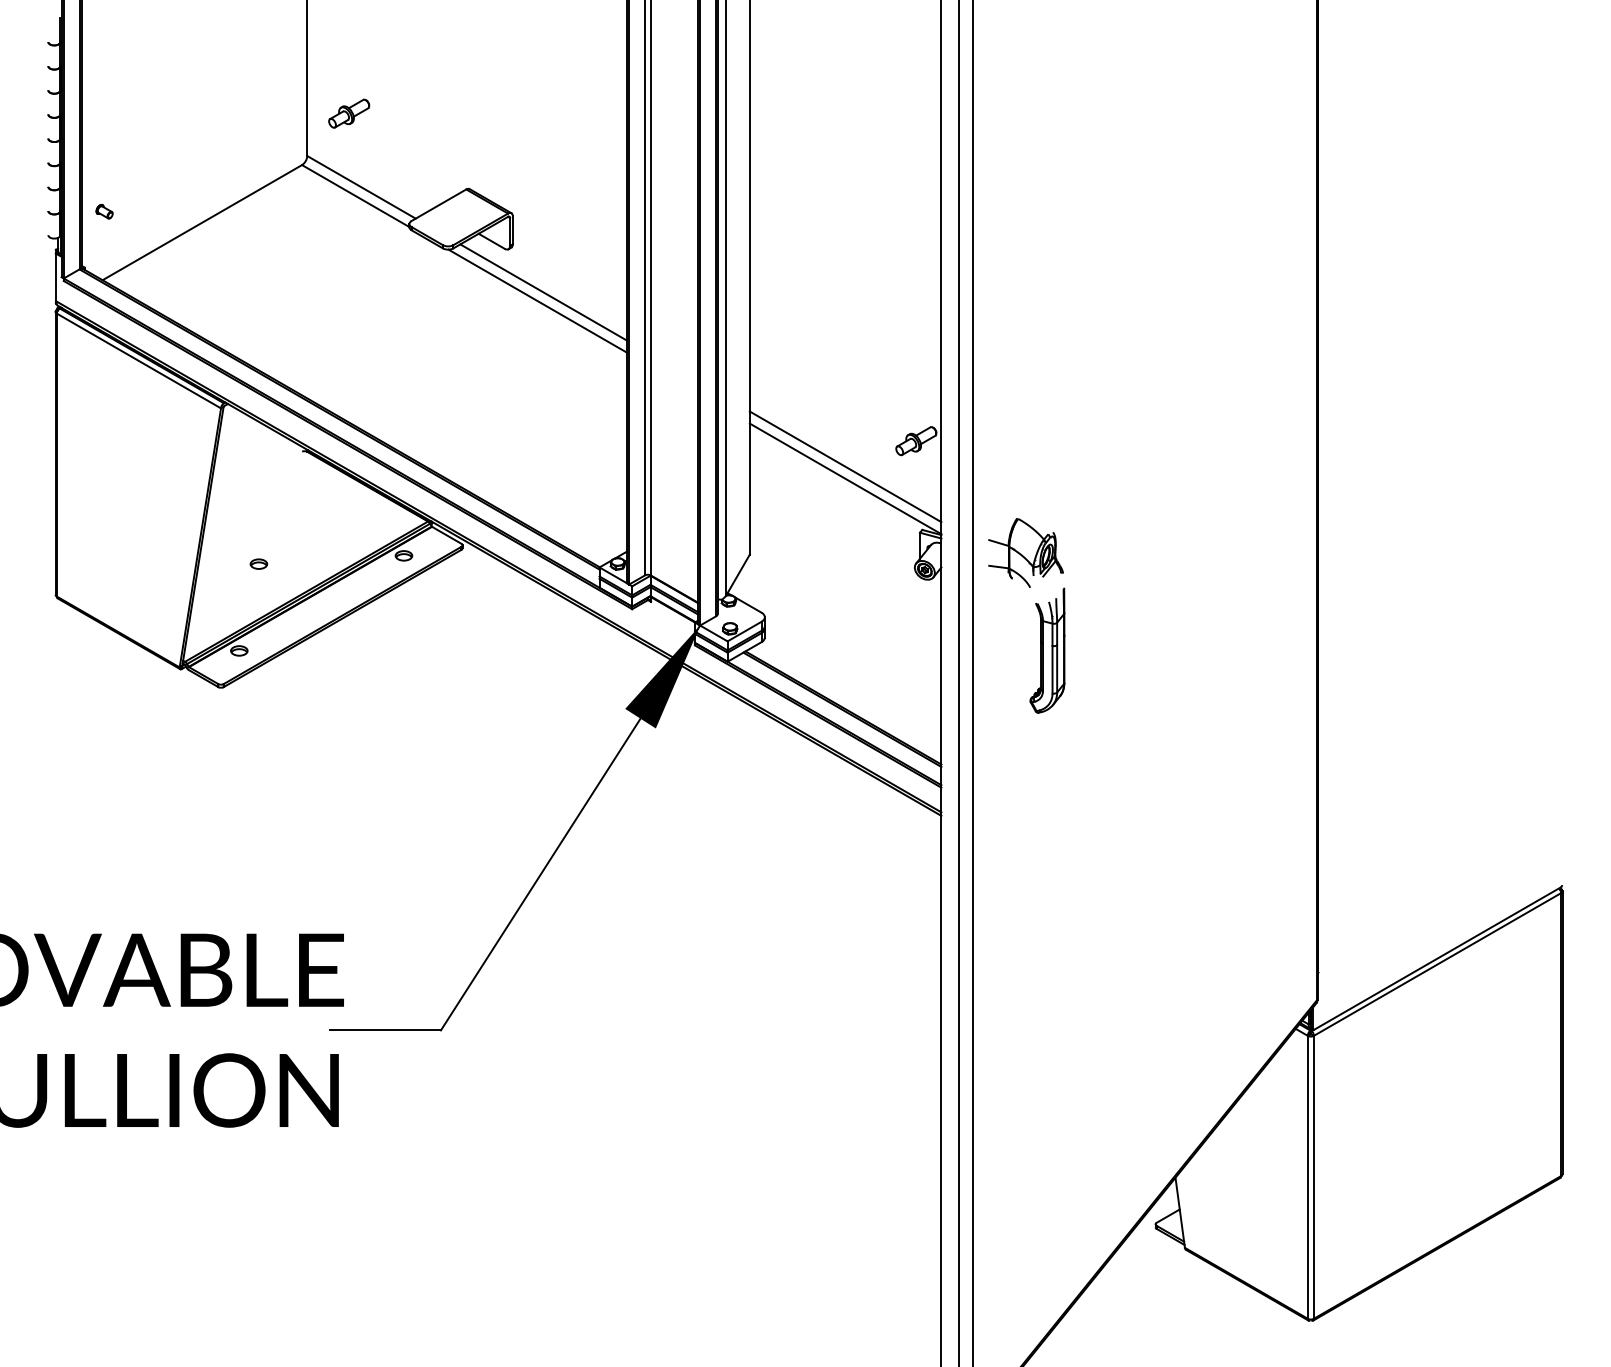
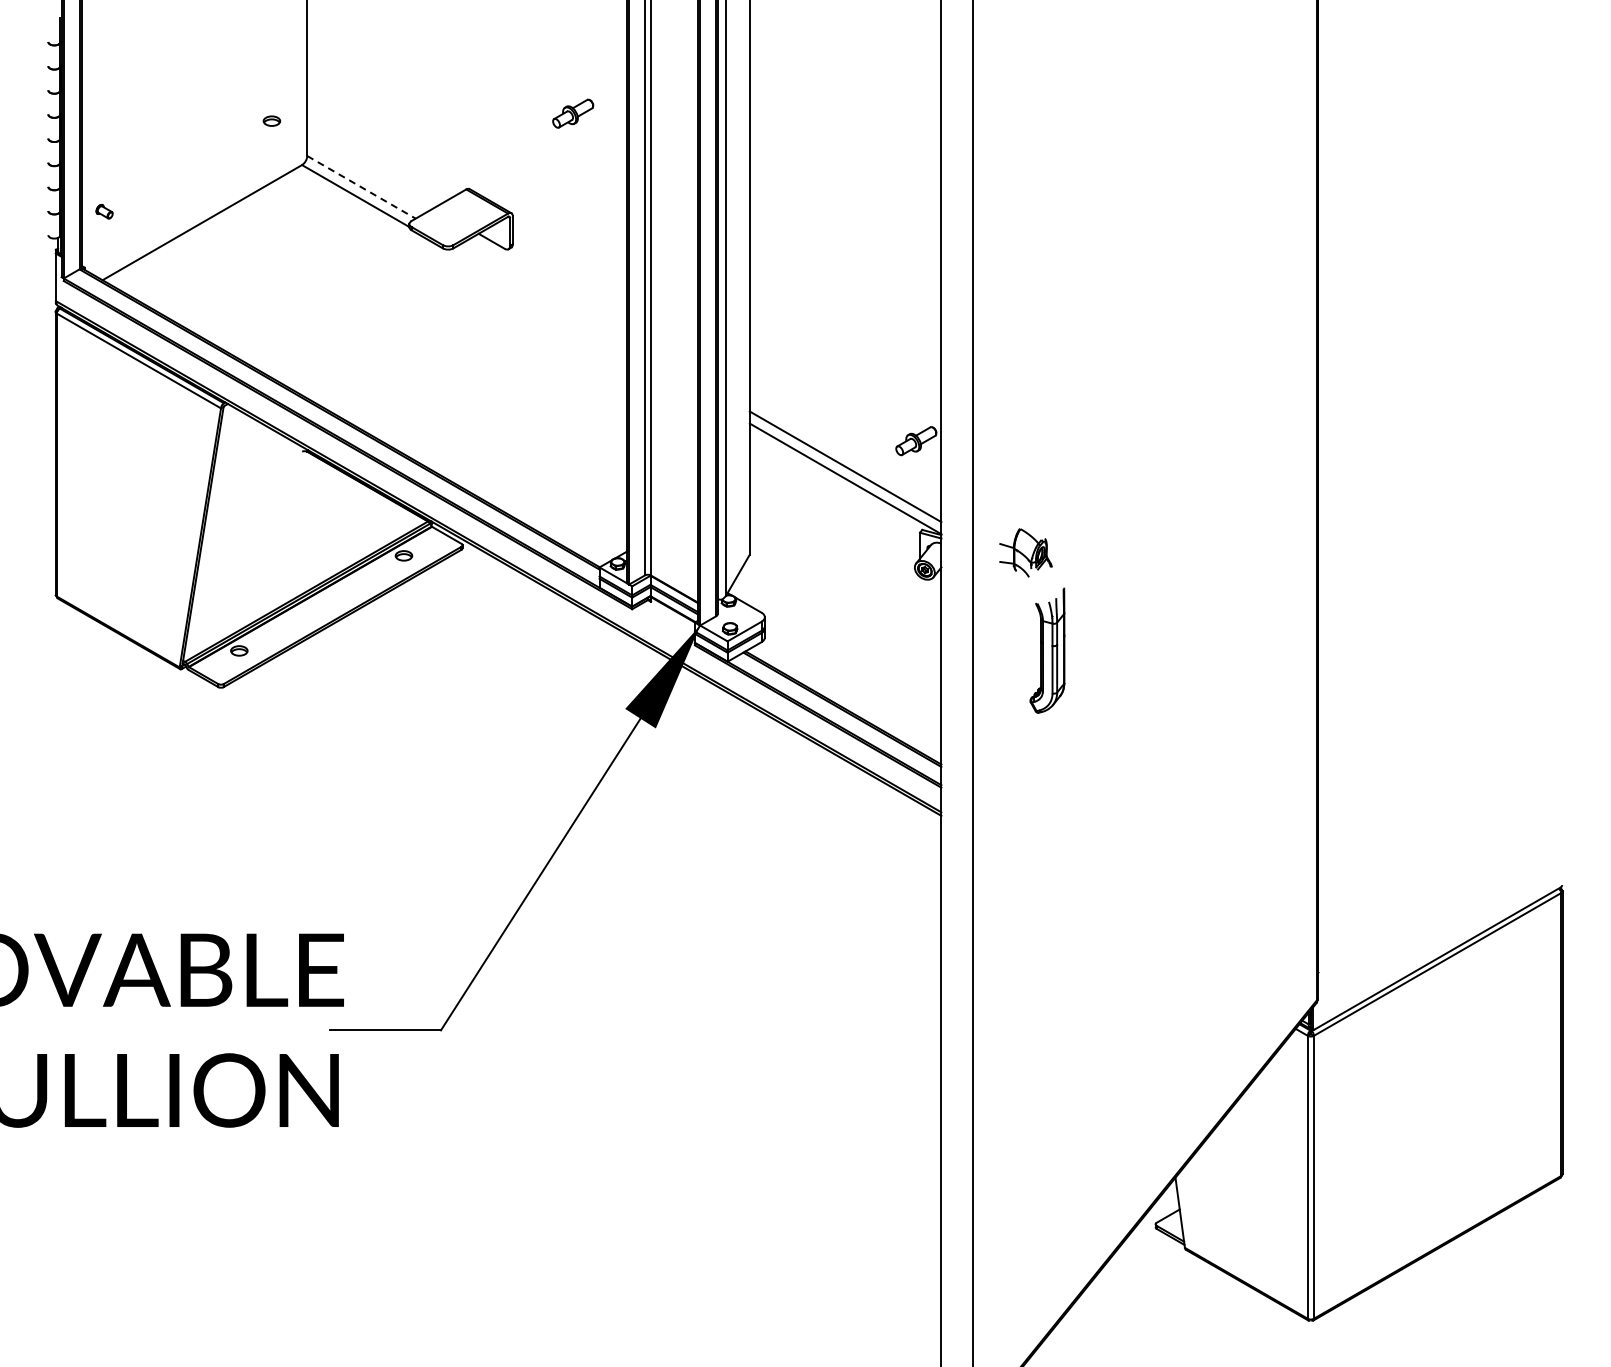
part at (349, 113) position: (349, 113) -> (573, 113)
line at (361, 187): solid -> dashed
line at (543, 292): present -> none
line at (537, 300): present -> none
part at (1025, 552) size: 76x70 px -> 54x50 px
part at (258, 563) position: (258, 563) -> (271, 120)
line at (958, 682): present -> none
